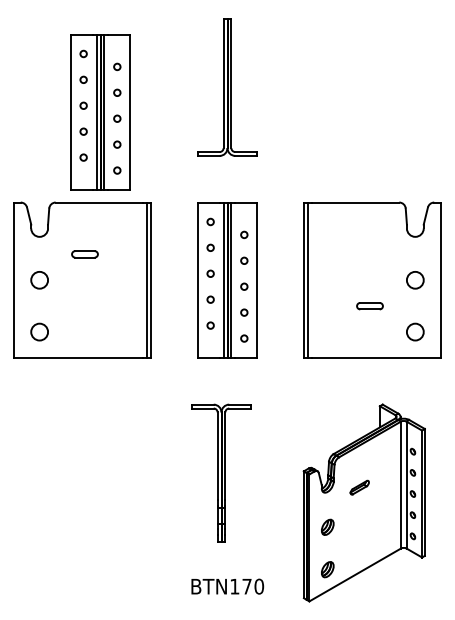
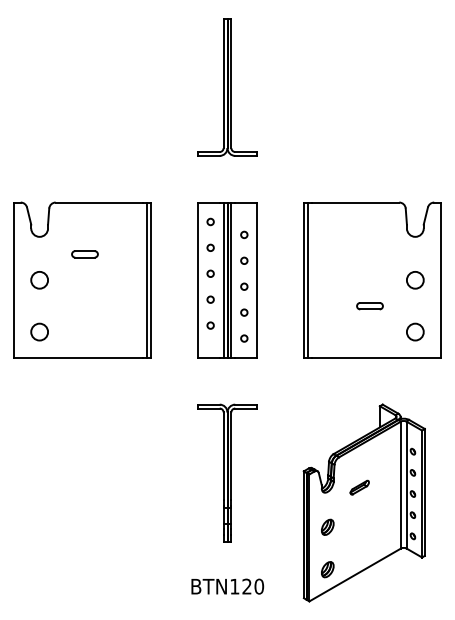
part at (100, 112): present -> none
part at (221, 472) position: (221, 472) -> (227, 472)
text at (246, 586): BTN170 -> BTN120
